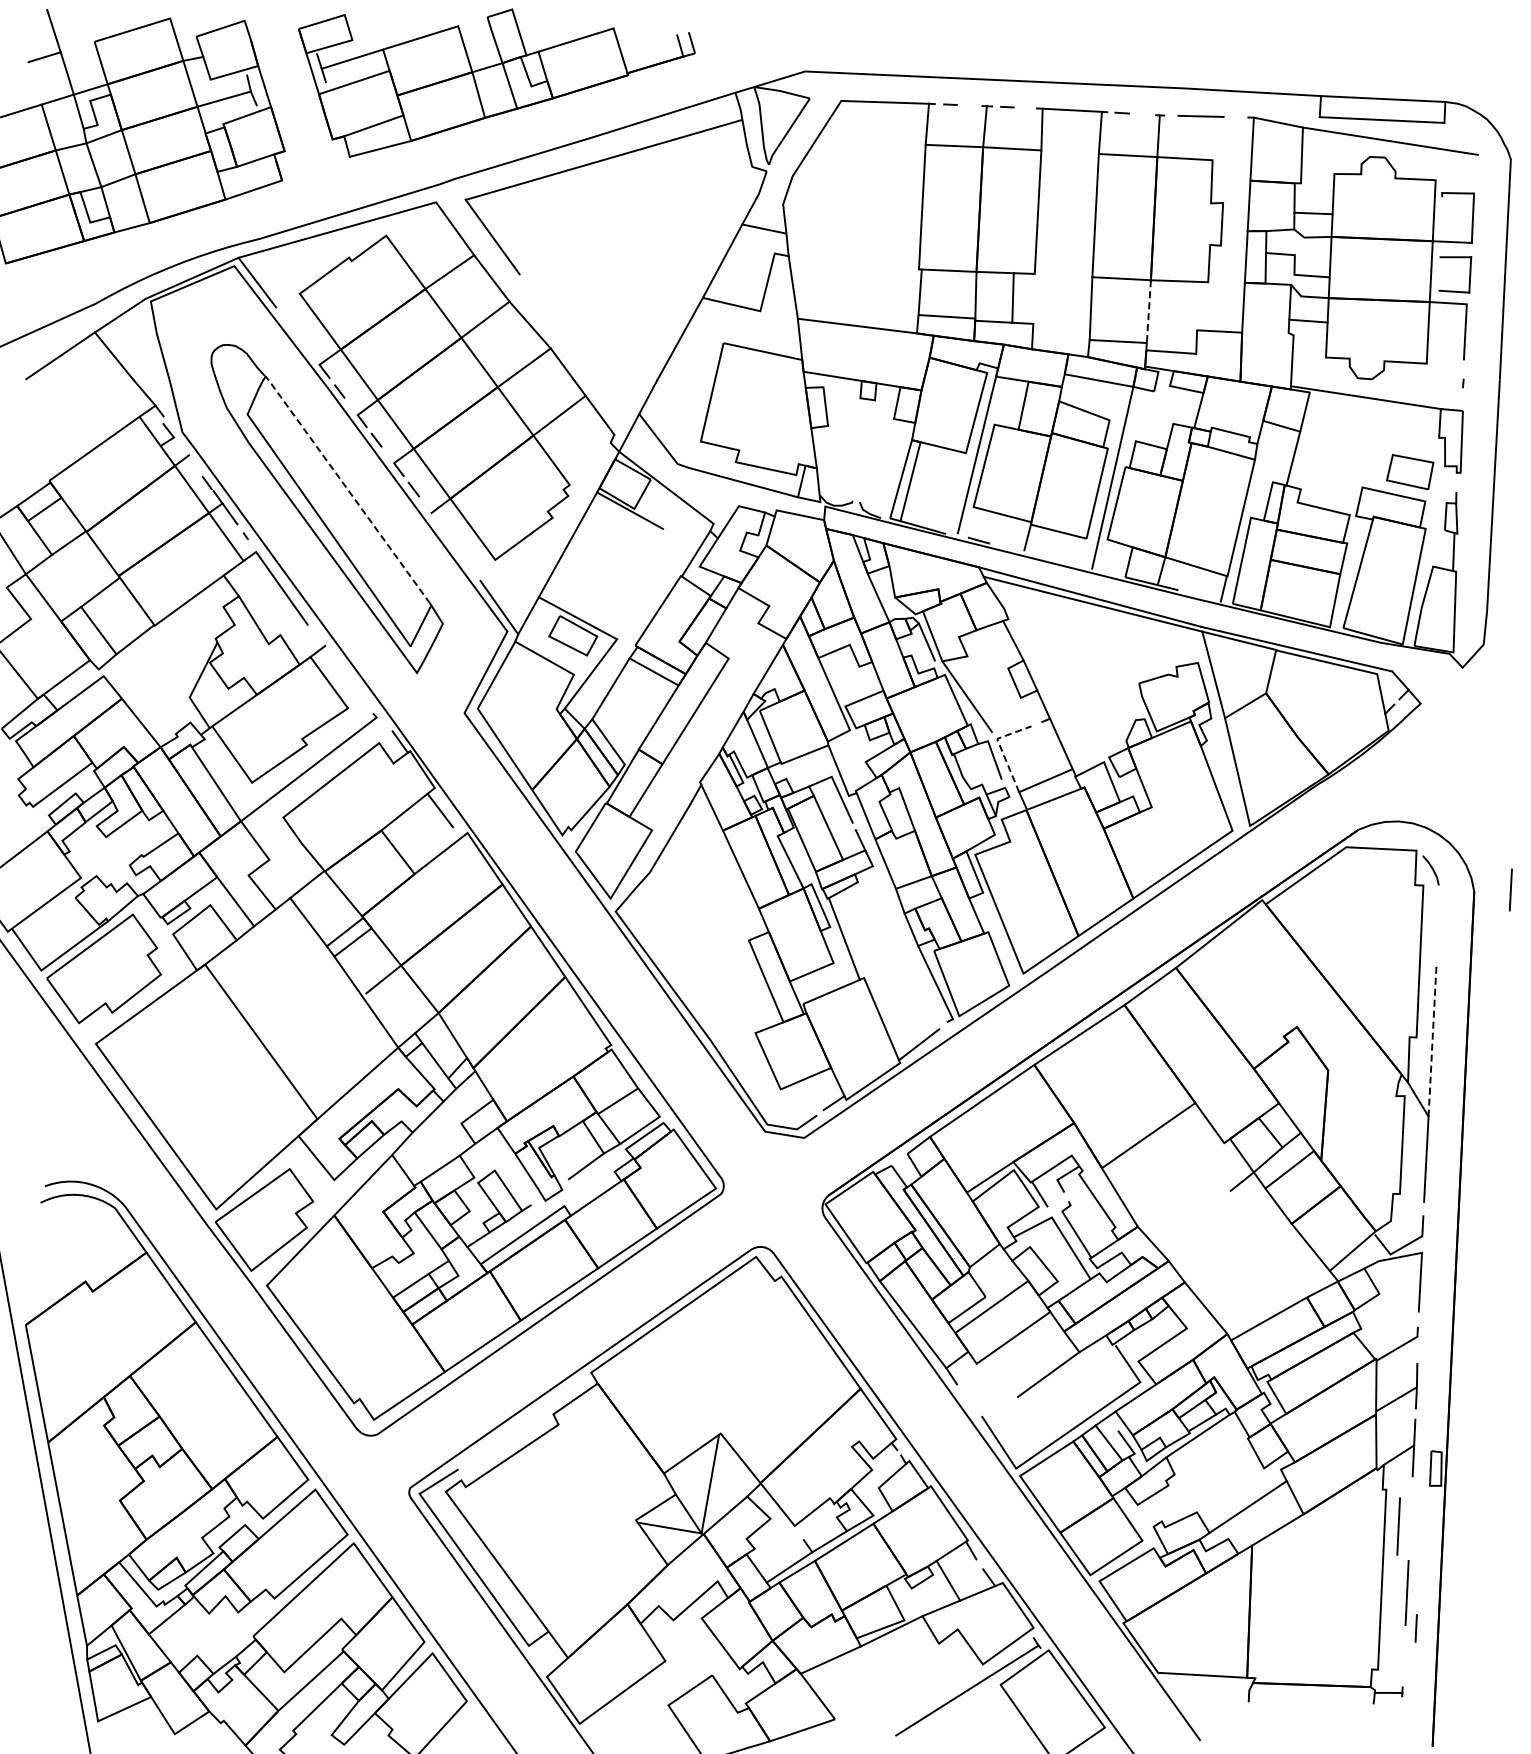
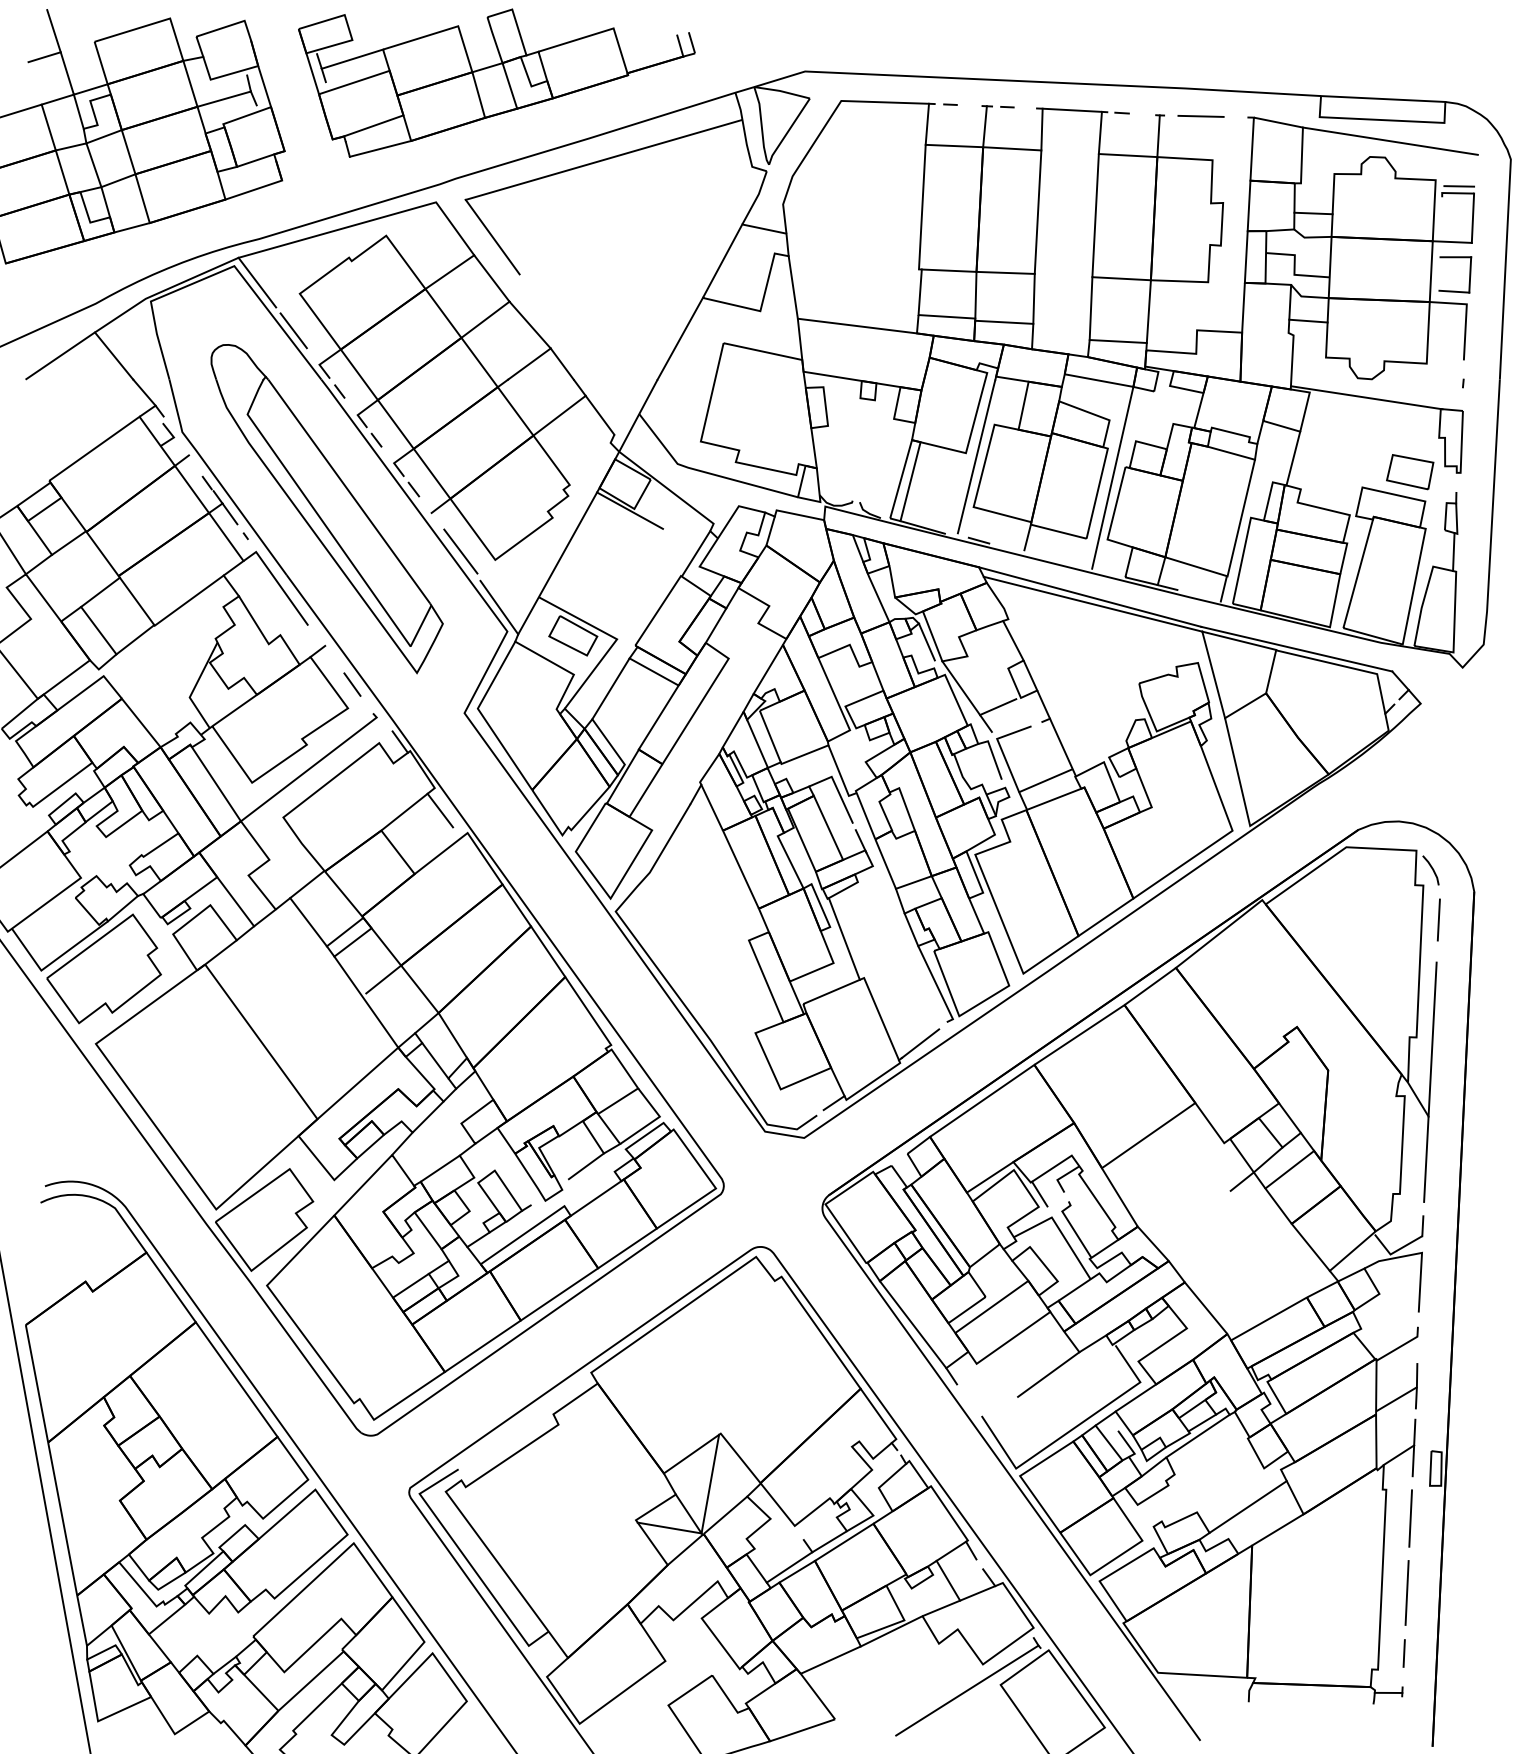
line at (1459, 186): none -> present
line at (1012, 297) position: (1012, 297) -> (1033, 298)
line at (1148, 312): dashed -> solid
line at (293, 330): none -> present
line at (348, 490): dashed -> solid
line at (460, 551): none -> present
line at (352, 684): none -> present
line at (998, 707): none -> present
line at (1000, 748): dashed -> solid
line at (1510, 889) position: (1510, 889) -> (1438, 919)
line at (1432, 1039): dashed -> solid
line at (1398, 1526) position: (1398, 1526) -> (1410, 1518)
line at (1415, 1628) position: (1415, 1628) -> (1403, 1653)
